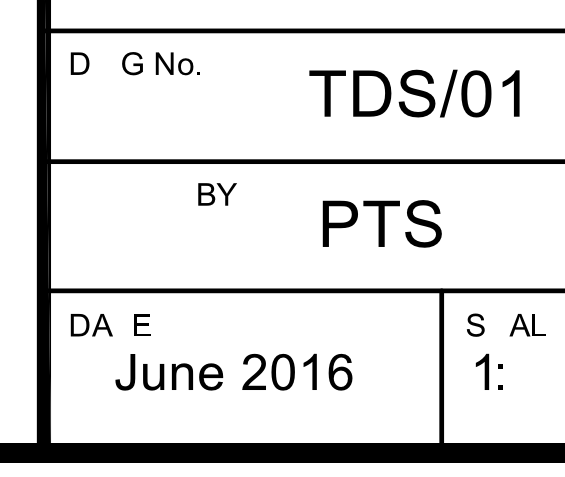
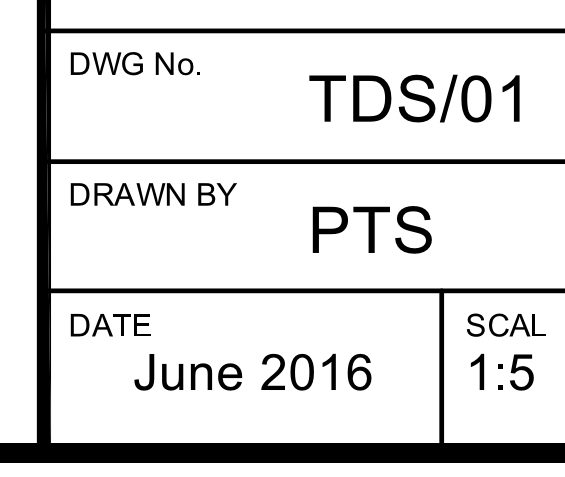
fill at (106, 63): none -> present
part at (414, 93) position: (414, 93) -> (414, 98)
part at (127, 194): none -> present
part at (381, 223) position: (381, 223) -> (371, 229)
fill at (122, 324): none -> present
fill at (498, 324): none -> present
part at (222, 371) position: (222, 371) -> (241, 371)
part at (482, 371) position: (482, 371) -> (477, 371)
part at (521, 372): none -> present
